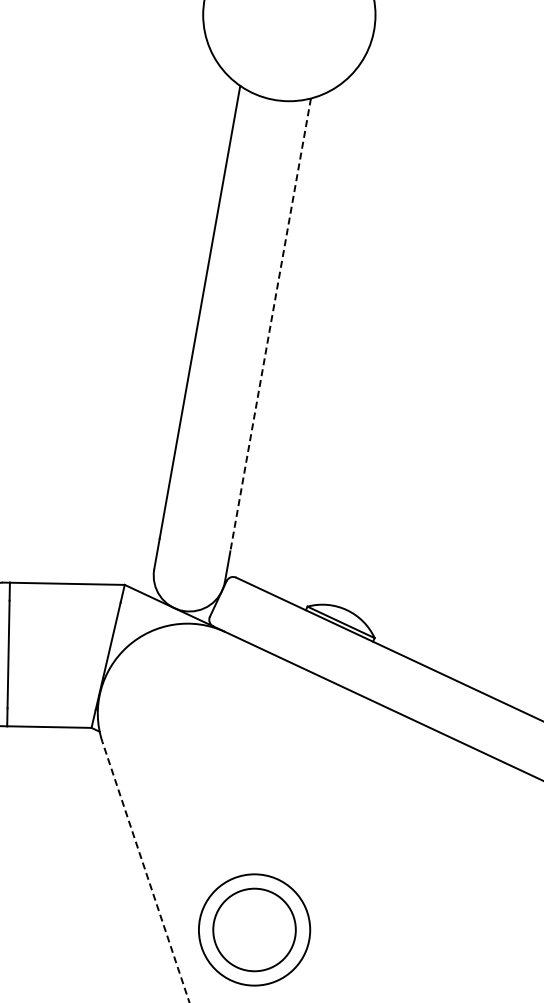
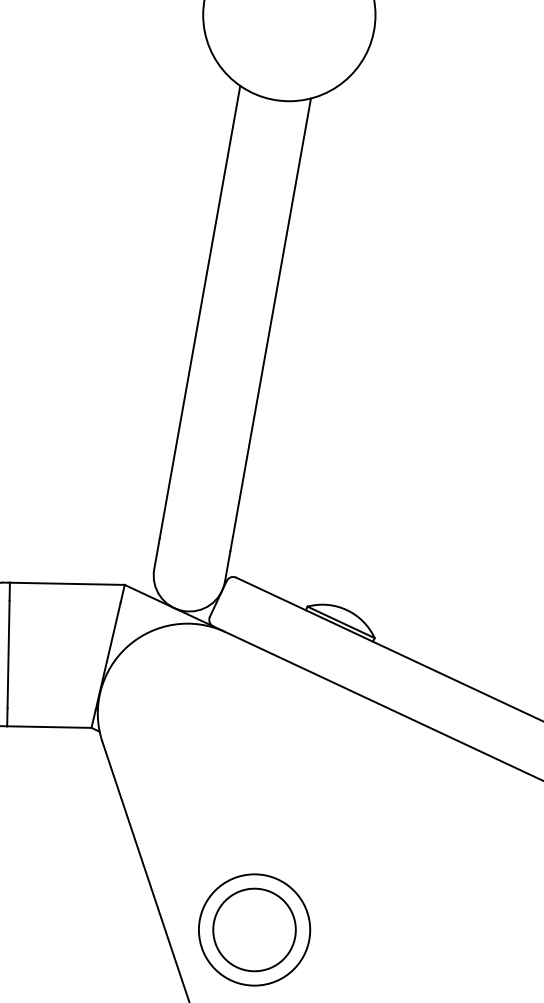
line at (270, 324): dashed -> solid
line at (145, 871): dashed -> solid
